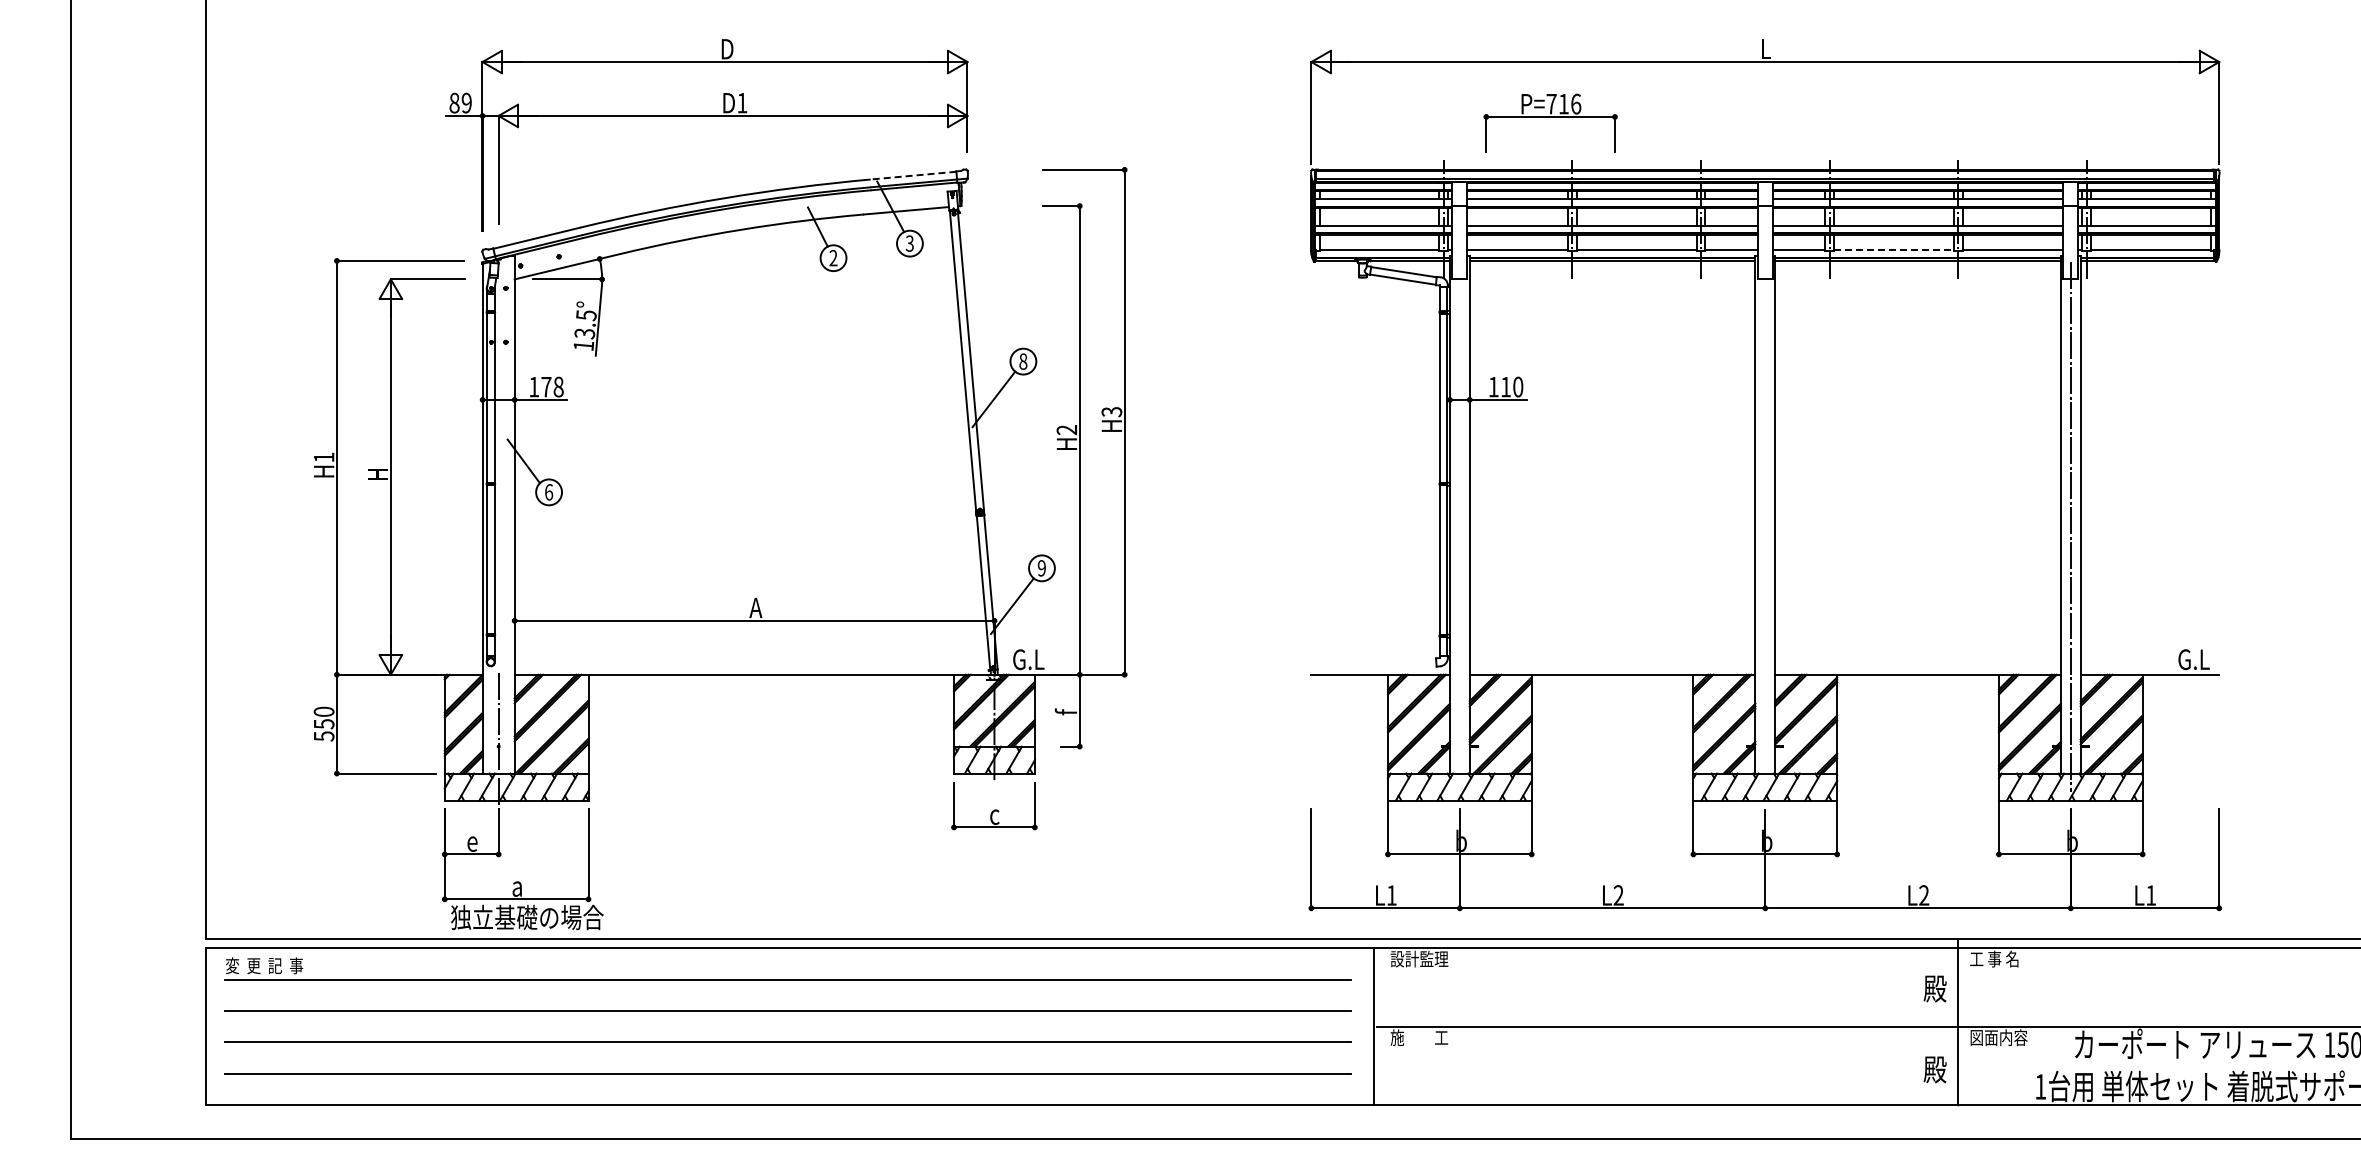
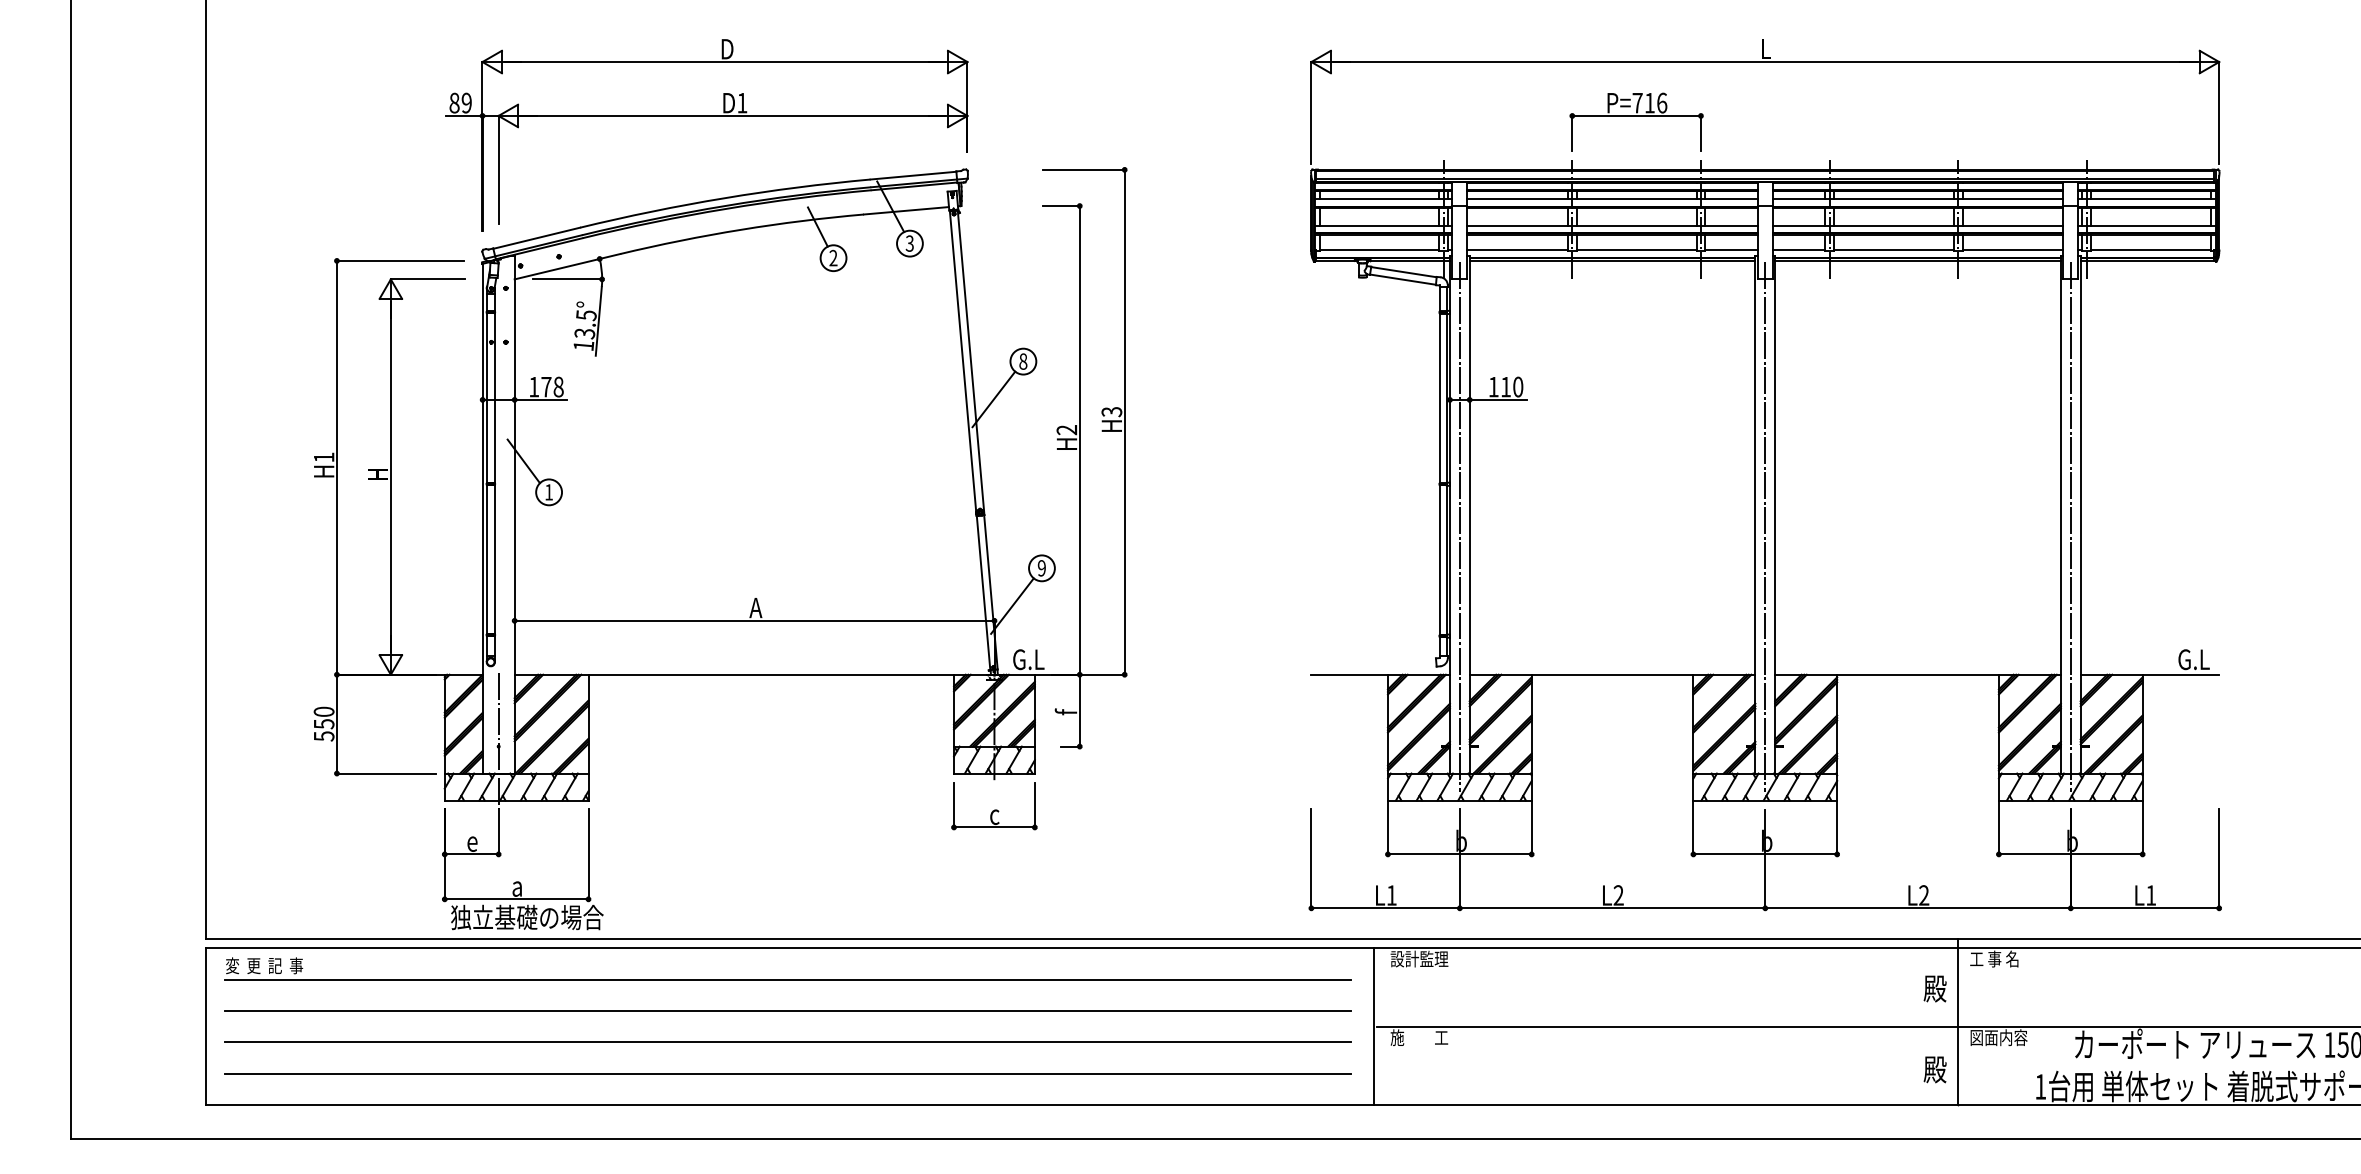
part at (1550, 122) position: (1550, 122) -> (1636, 121)
line at (913, 175): dashed -> solid
line at (1893, 249): dashed -> solid
text at (549, 492): 6 -> 1
line at (1459, 526): none -> present
line at (1765, 526): none -> present
